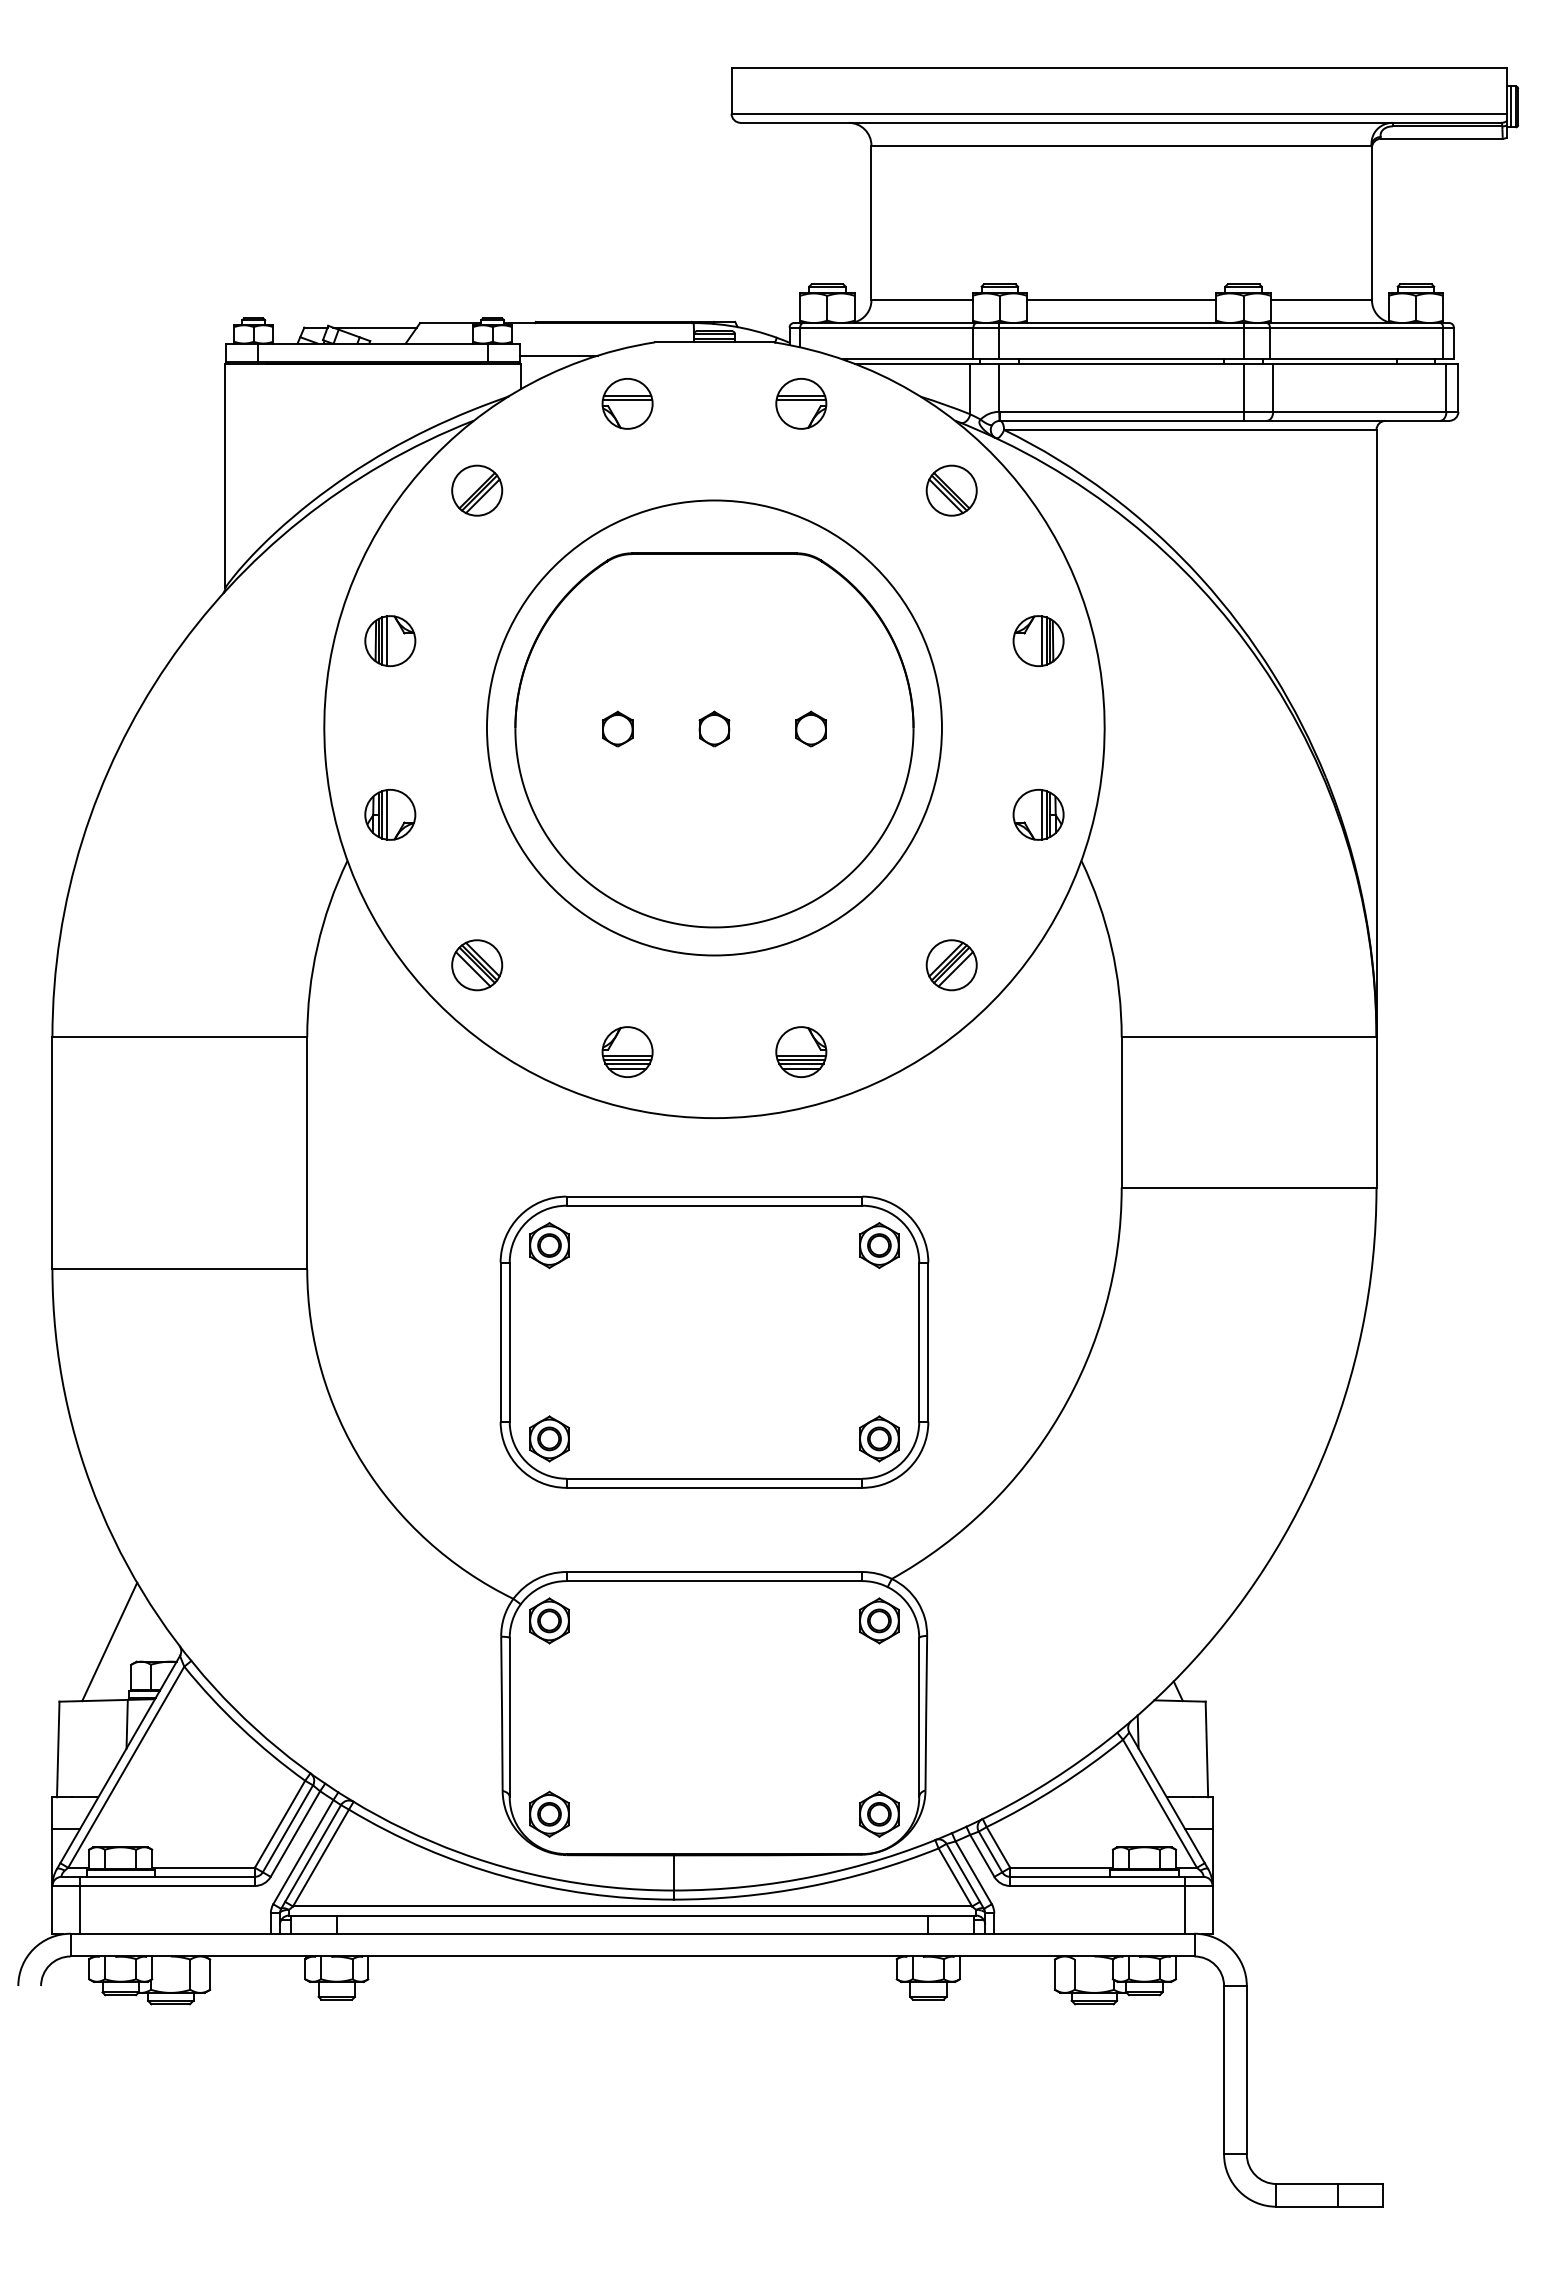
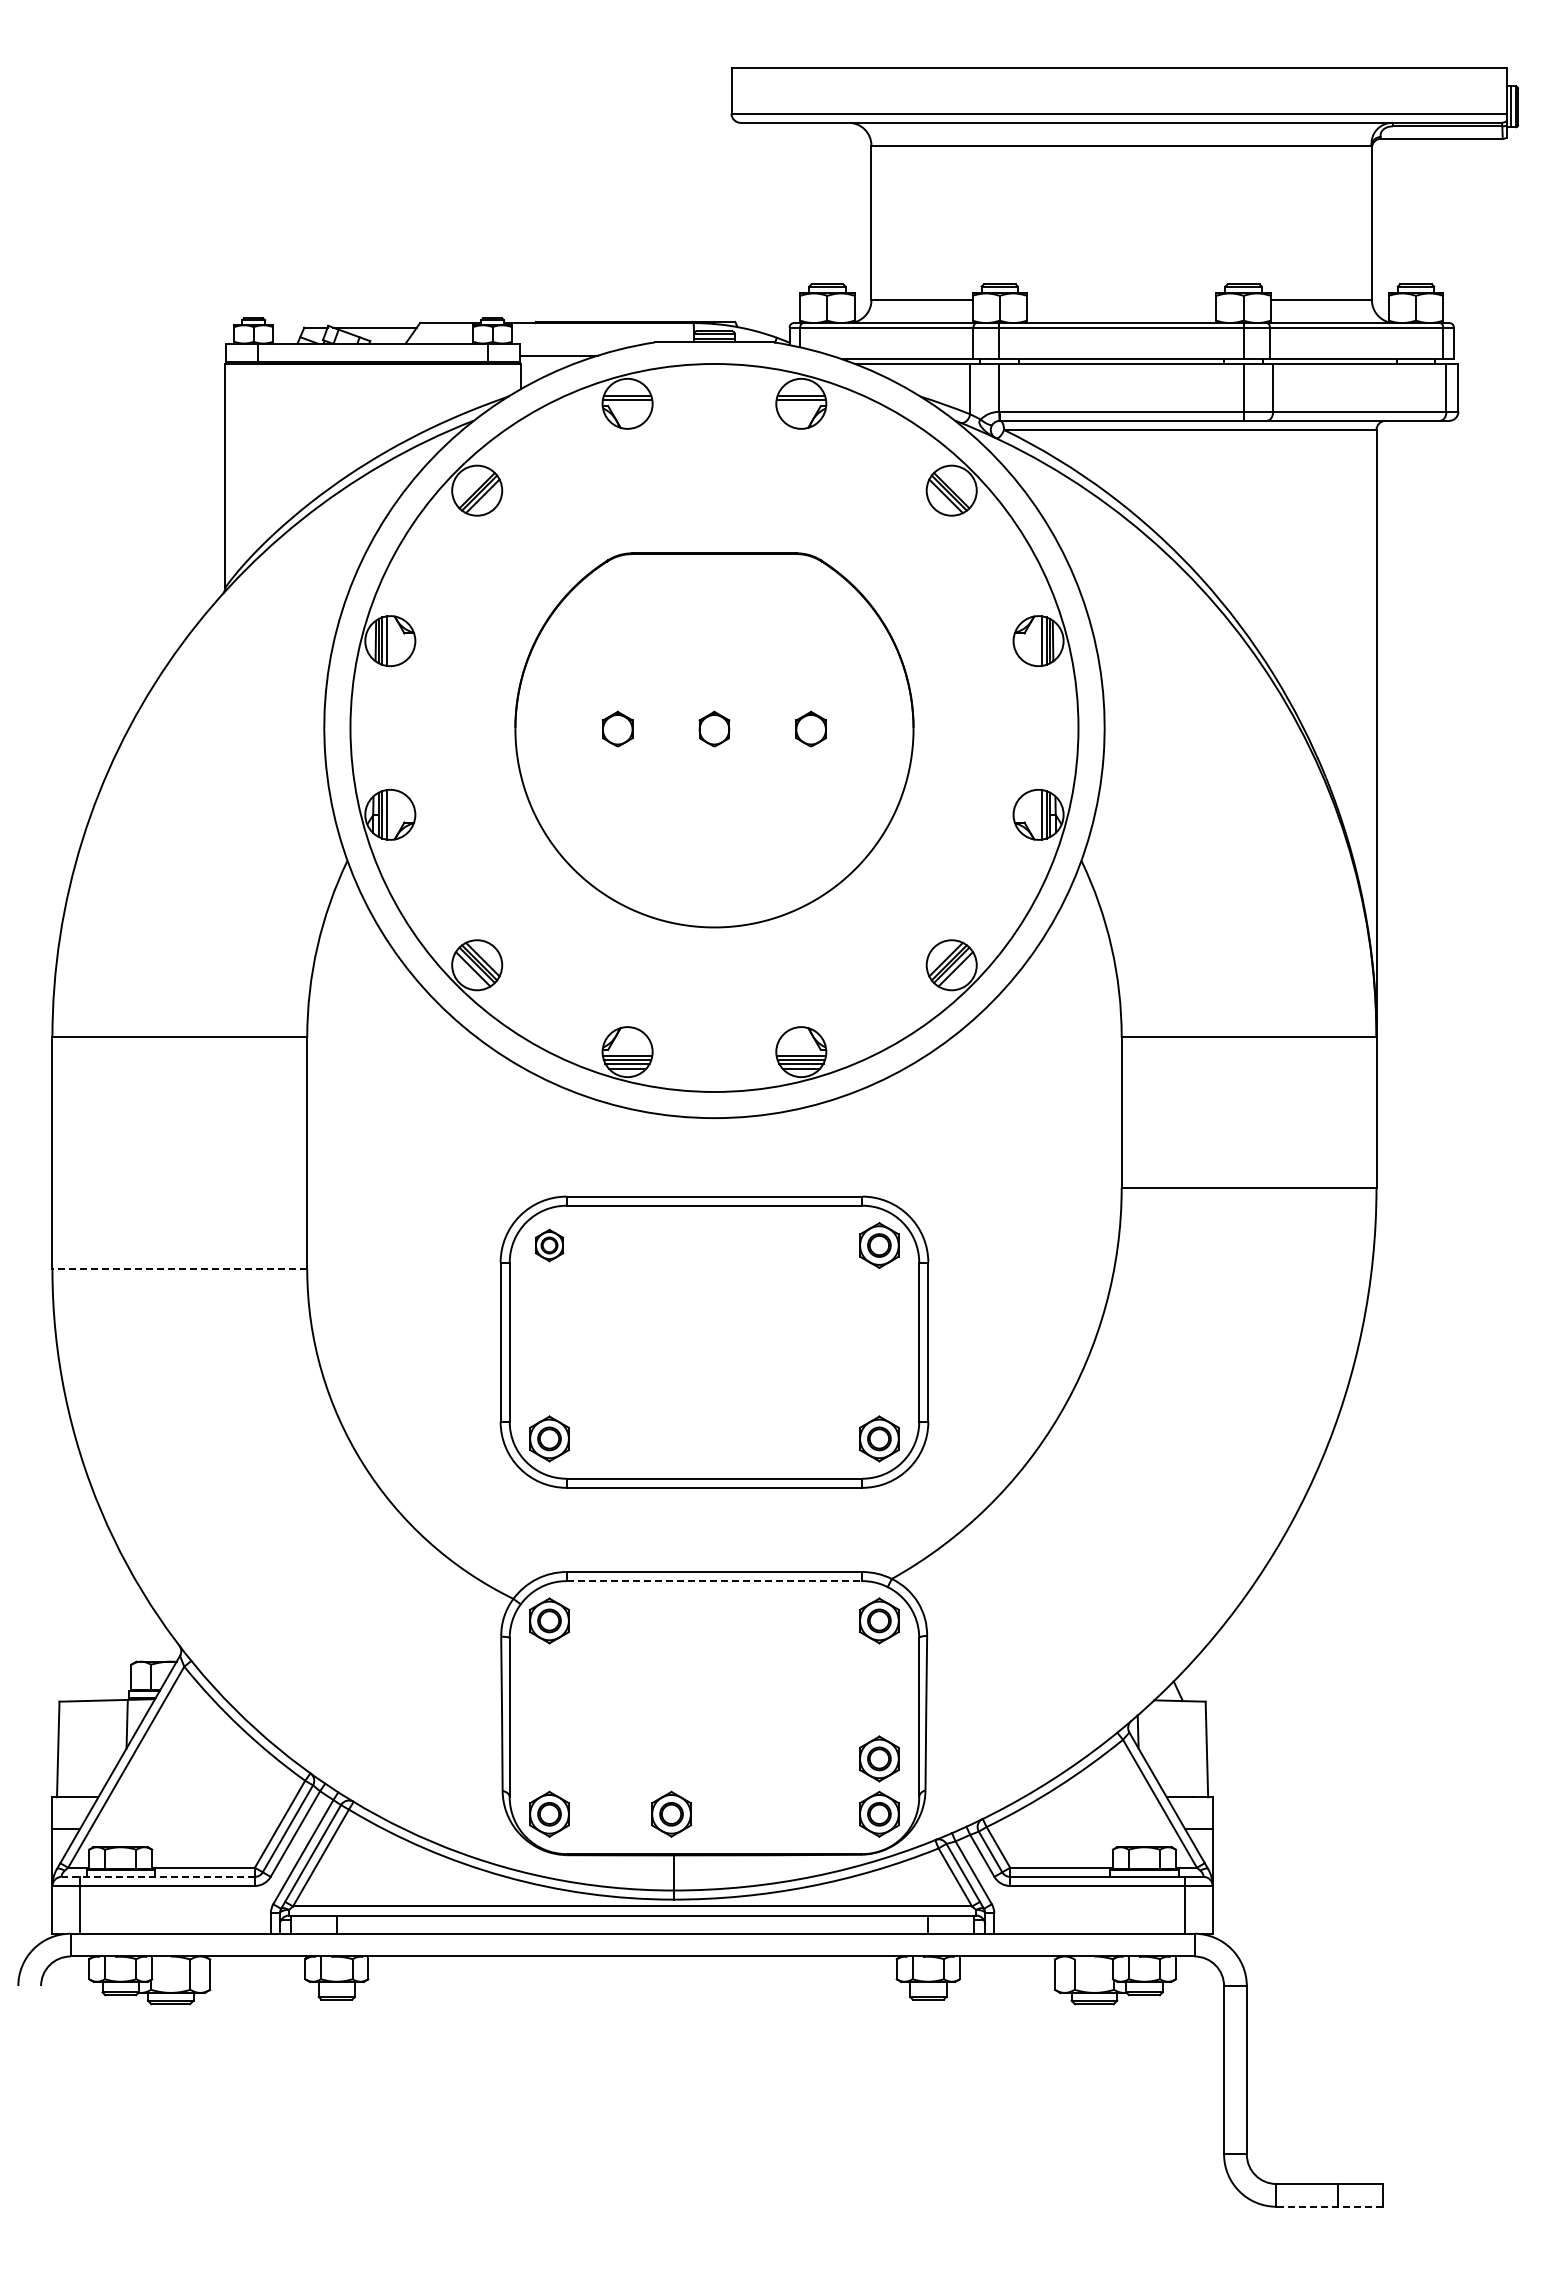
line at (1121, 300): present -> none
circle at (713, 727) diameter: 455 px -> 728 px
part at (549, 1245) size: 41x47 px -> 30x35 px
line at (179, 1269): solid -> dashed
line at (714, 1581): solid -> dashed
line at (109, 1641): present -> none
part at (879, 1758): none -> present
part at (671, 1813): none -> present
line at (158, 1876): solid -> dashed
line at (1329, 2206): solid -> dashed
